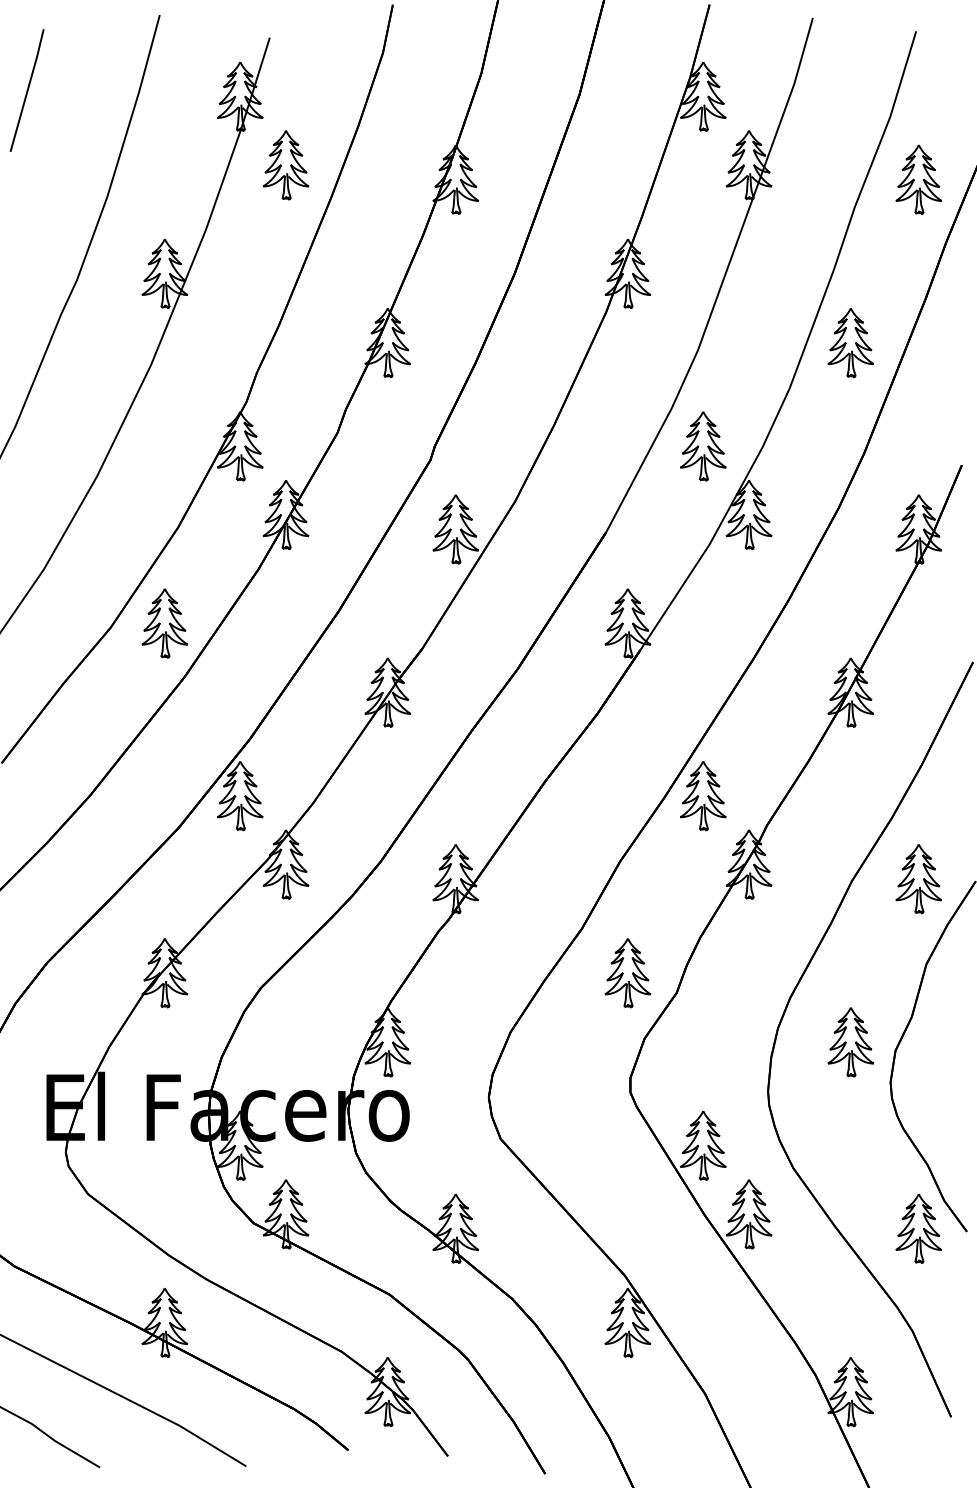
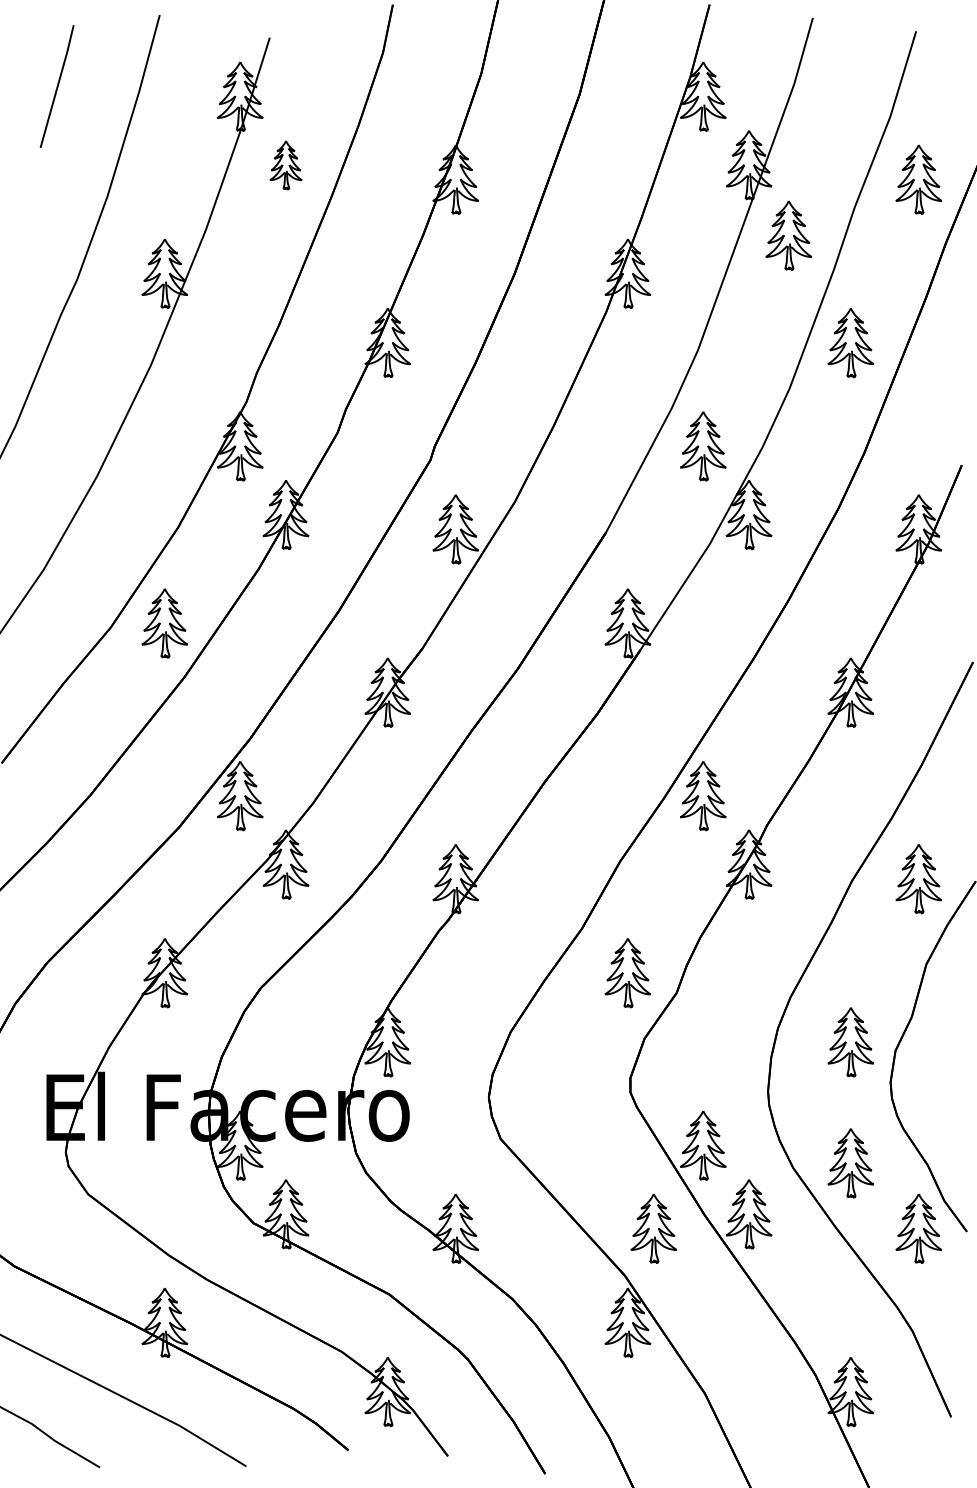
line at (26, 90) position: (26, 90) -> (56, 86)
part at (285, 165) size: 48x71 px -> 34x51 px
part at (788, 235): none -> present
part at (850, 1163): none -> present
part at (653, 1228): none -> present
